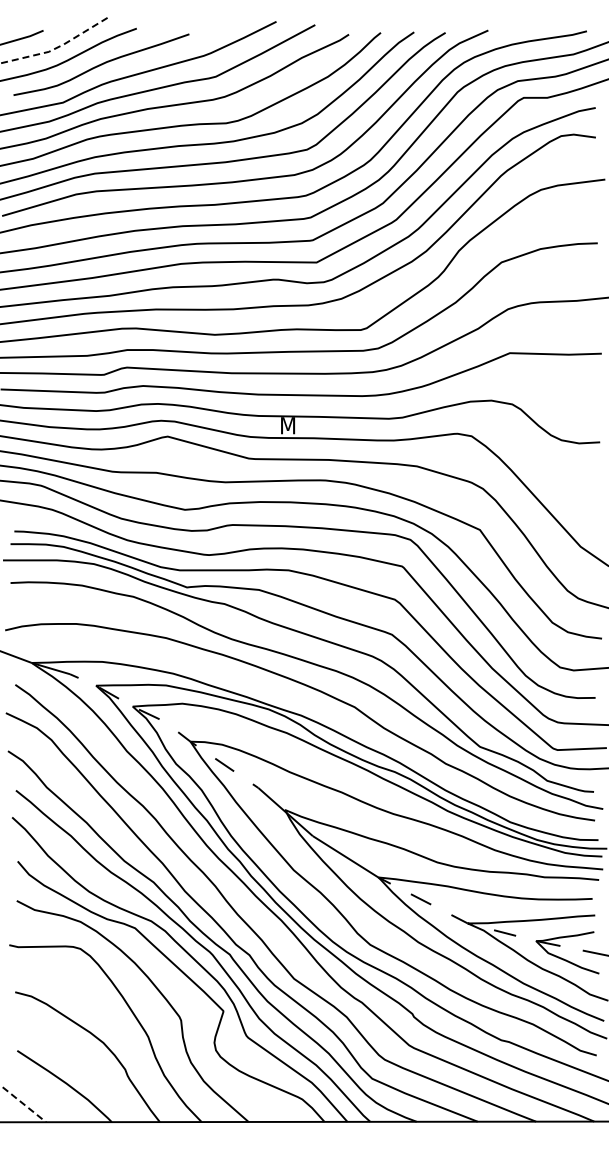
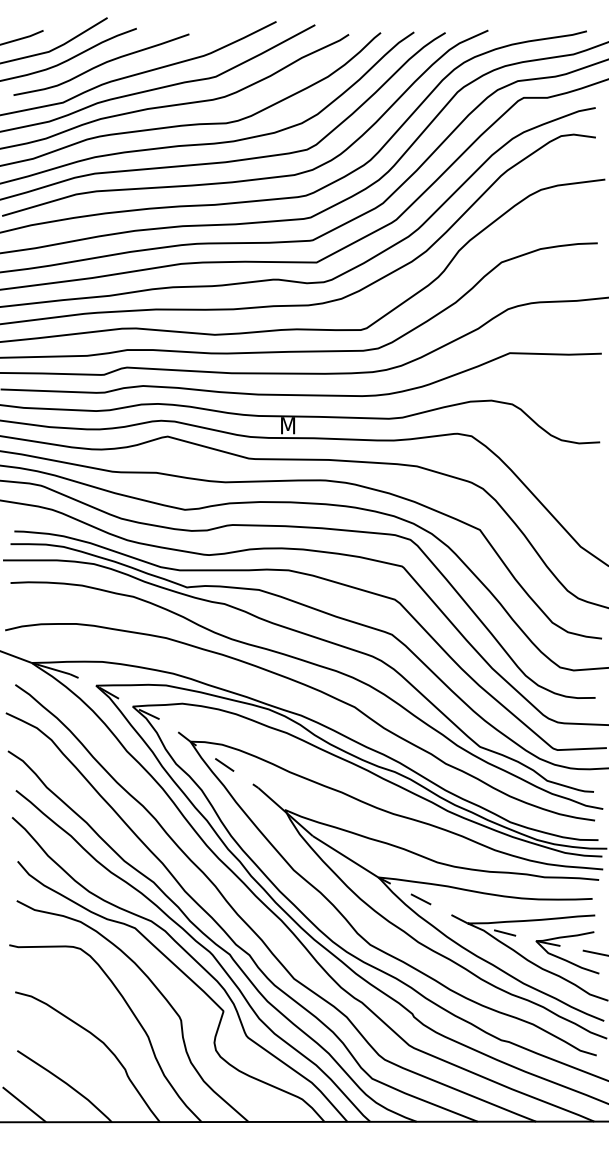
line at (56, 47): dashed -> solid
line at (24, 1104): dashed -> solid
